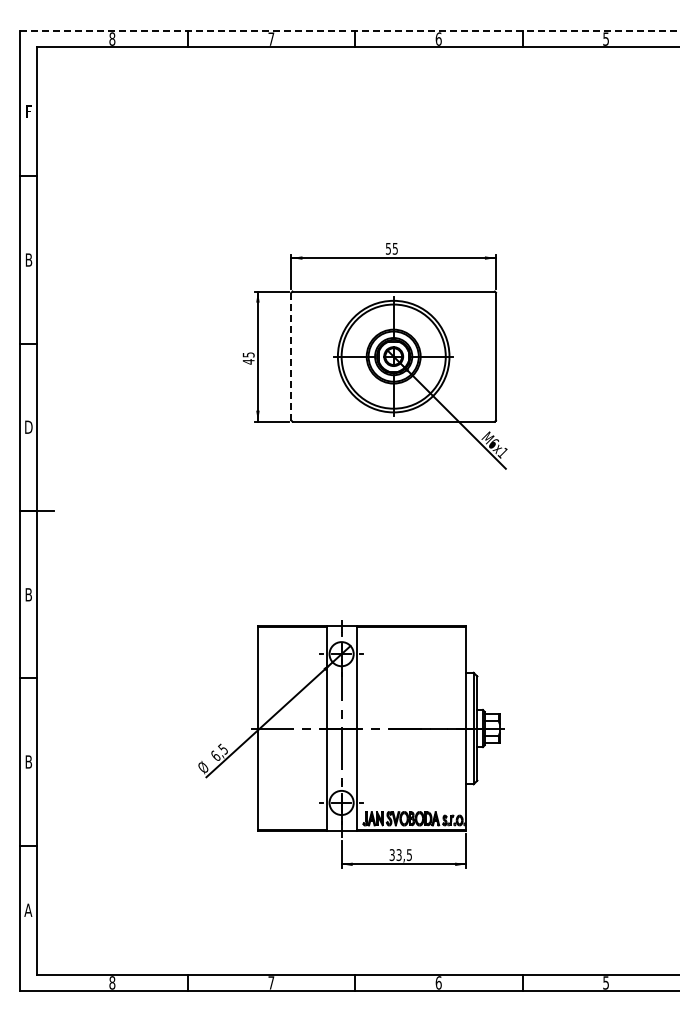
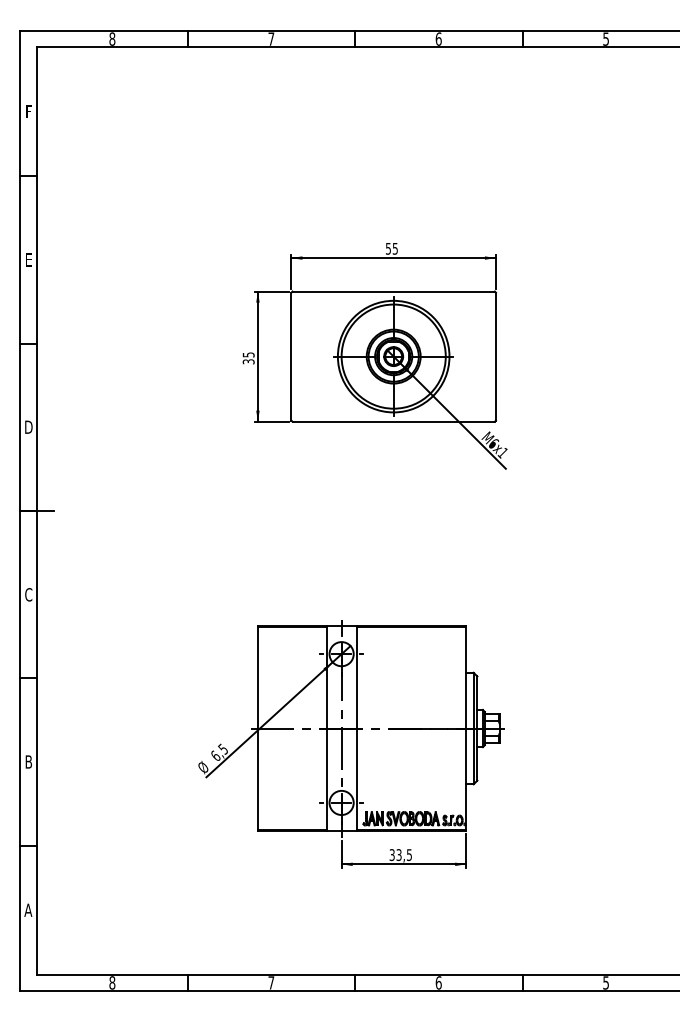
line at (350, 30): dashed -> solid
text at (28, 259): B -> E
line at (291, 356): dashed -> solid
text at (248, 361): 45 -> 35
text at (28, 594): B -> C
